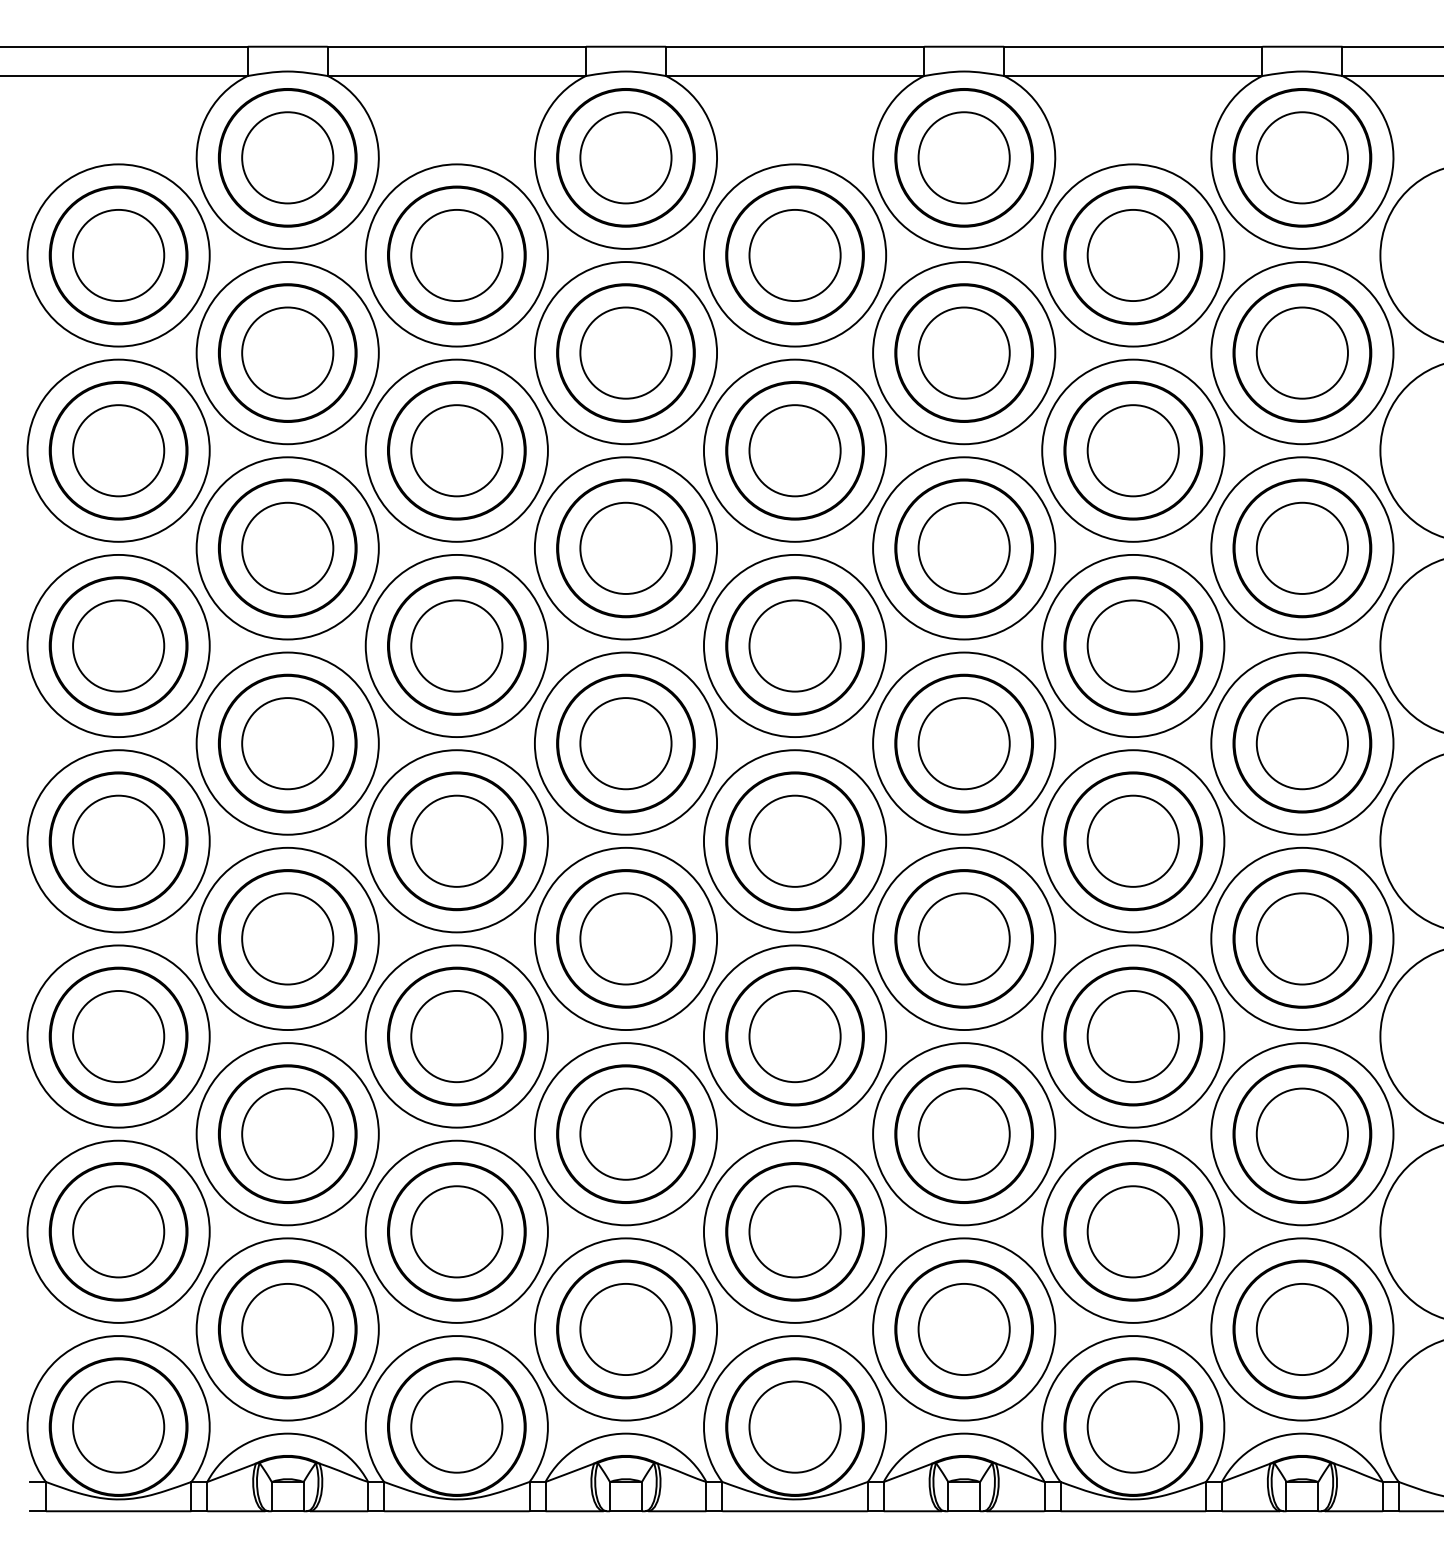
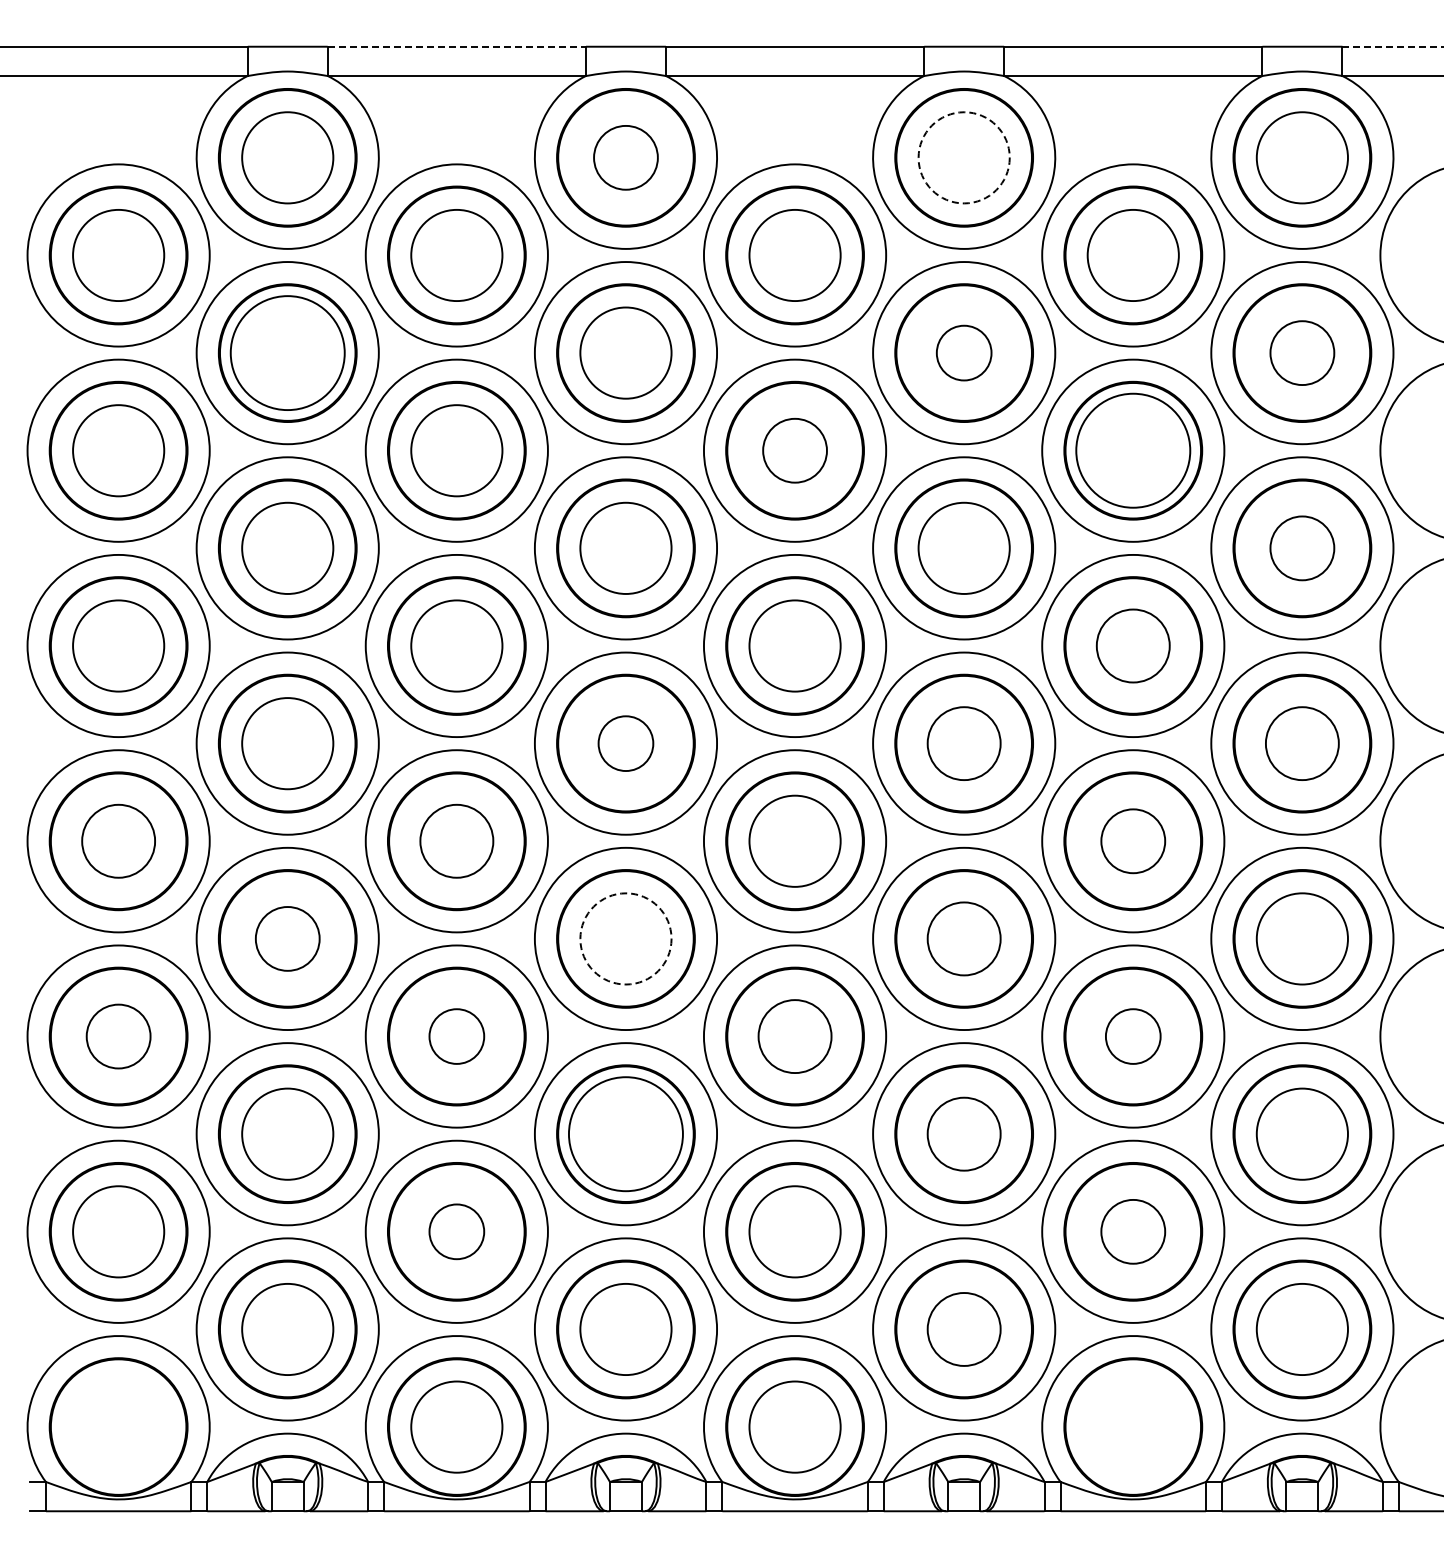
line at (457, 46): solid -> dashed
line at (1393, 46): solid -> dashed
circle at (625, 157) diameter: 91 px -> 64 px
circle at (963, 157): solid -> dashed
circle at (287, 352) diameter: 91 px -> 114 px
circle at (963, 352) diameter: 91 px -> 55 px
circle at (1301, 352) diameter: 91 px -> 64 px
circle at (794, 450) diameter: 91 px -> 64 px
circle at (1132, 450) diameter: 91 px -> 114 px
circle at (1301, 547) diameter: 91 px -> 64 px
circle at (1132, 645) diameter: 91 px -> 73 px
circle at (625, 743) diameter: 91 px -> 55 px
circle at (963, 743) diameter: 91 px -> 73 px
circle at (1301, 743) diameter: 91 px -> 73 px
circle at (118, 840) diameter: 91 px -> 73 px
circle at (456, 840) diameter: 91 px -> 73 px
circle at (1132, 840) diameter: 91 px -> 64 px
circle at (287, 938) diameter: 91 px -> 64 px
circle at (625, 938): solid -> dashed
circle at (963, 938) diameter: 91 px -> 73 px
circle at (118, 1036) diameter: 91 px -> 64 px
circle at (456, 1036) diameter: 91 px -> 55 px
circle at (794, 1036) diameter: 91 px -> 73 px
circle at (1132, 1036) diameter: 91 px -> 55 px
circle at (625, 1133) diameter: 91 px -> 114 px
circle at (963, 1133) diameter: 91 px -> 73 px
circle at (456, 1231) diameter: 91 px -> 55 px
circle at (1132, 1231) diameter: 91 px -> 64 px
circle at (963, 1329) diameter: 91 px -> 73 px
circle at (118, 1426): present -> none
circle at (1132, 1426): present -> none
